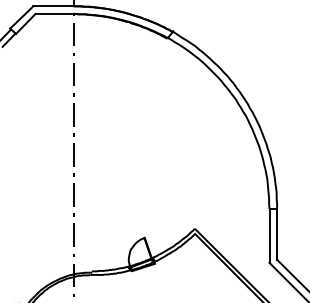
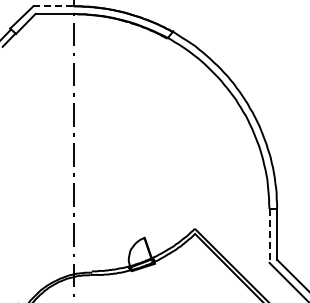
line at (53, 6): solid -> dashed
line at (269, 235): solid -> dashed
